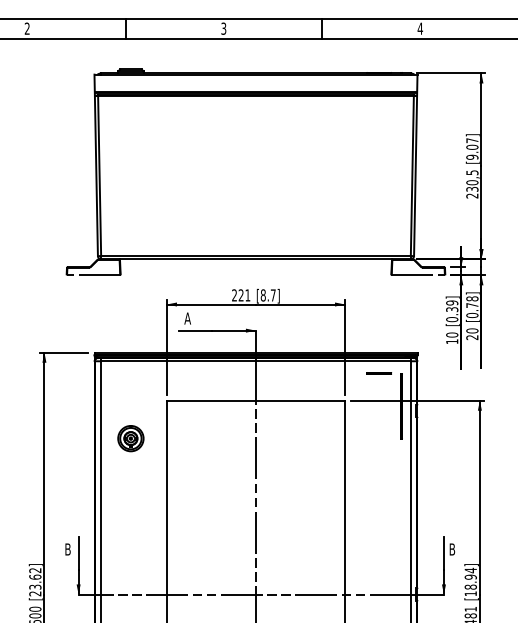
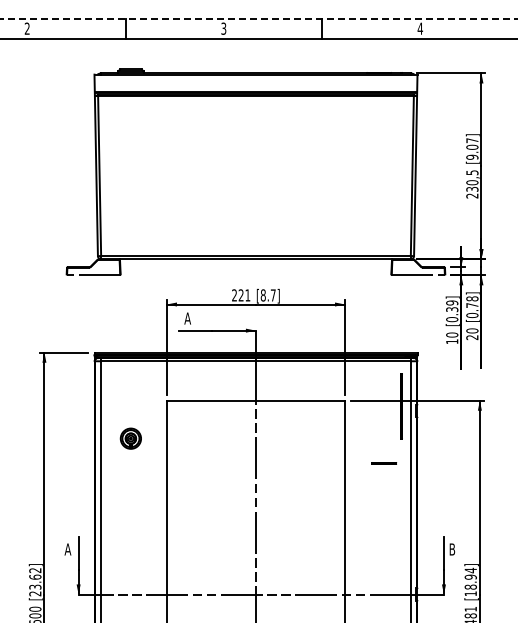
line at (259, 18): solid -> dashed
line at (379, 373) position: (379, 373) -> (384, 463)
part at (130, 438) size: 28x28 px -> 23x23 px
text at (67, 549): B -> A
